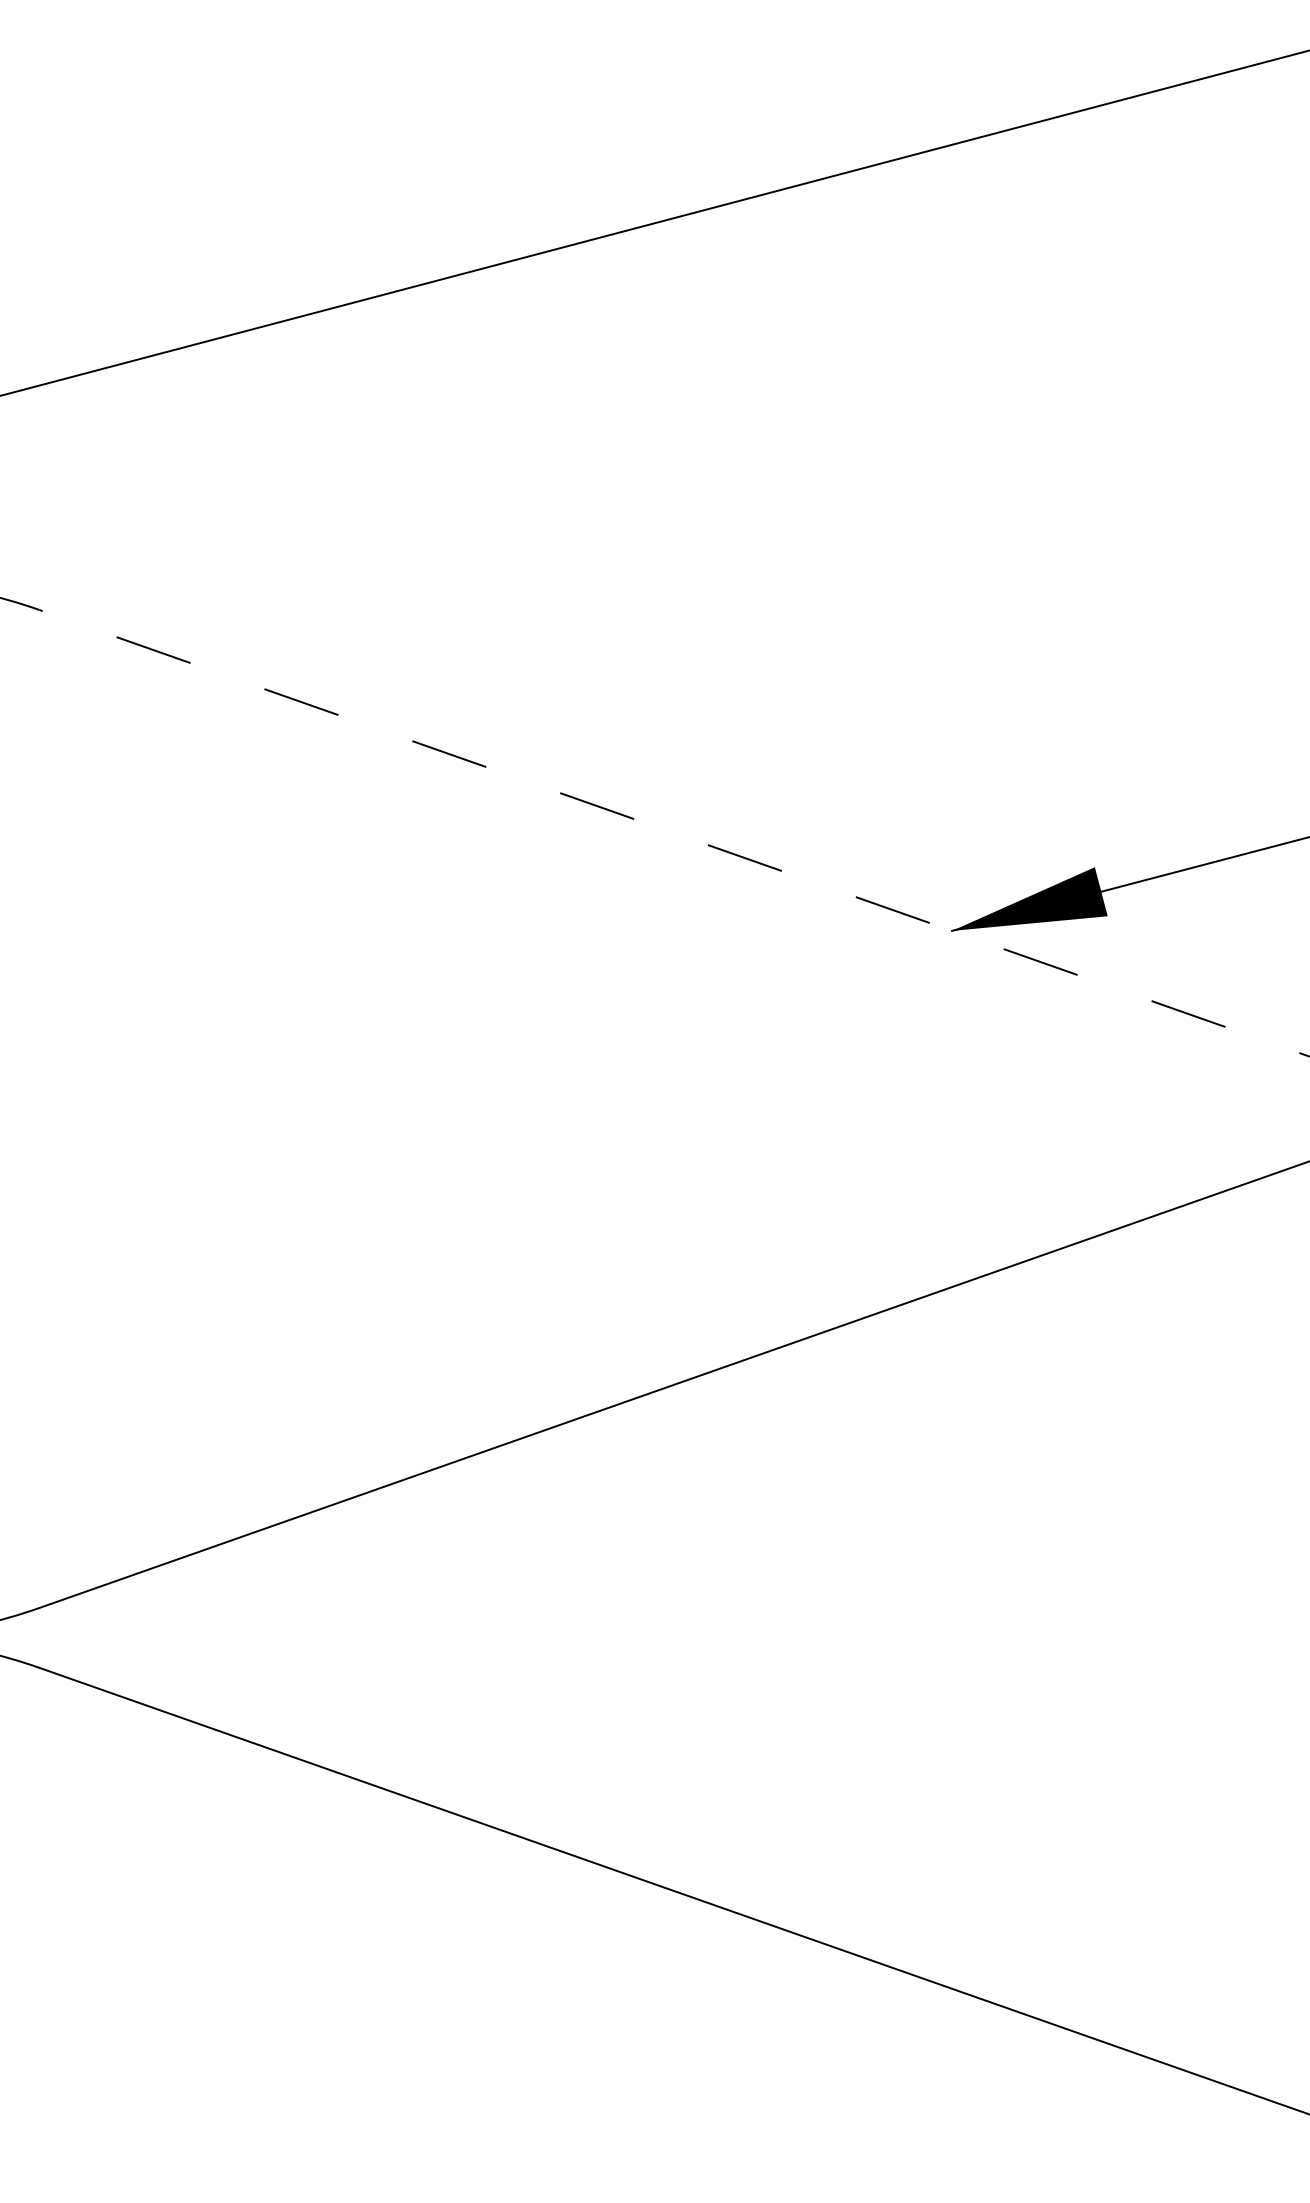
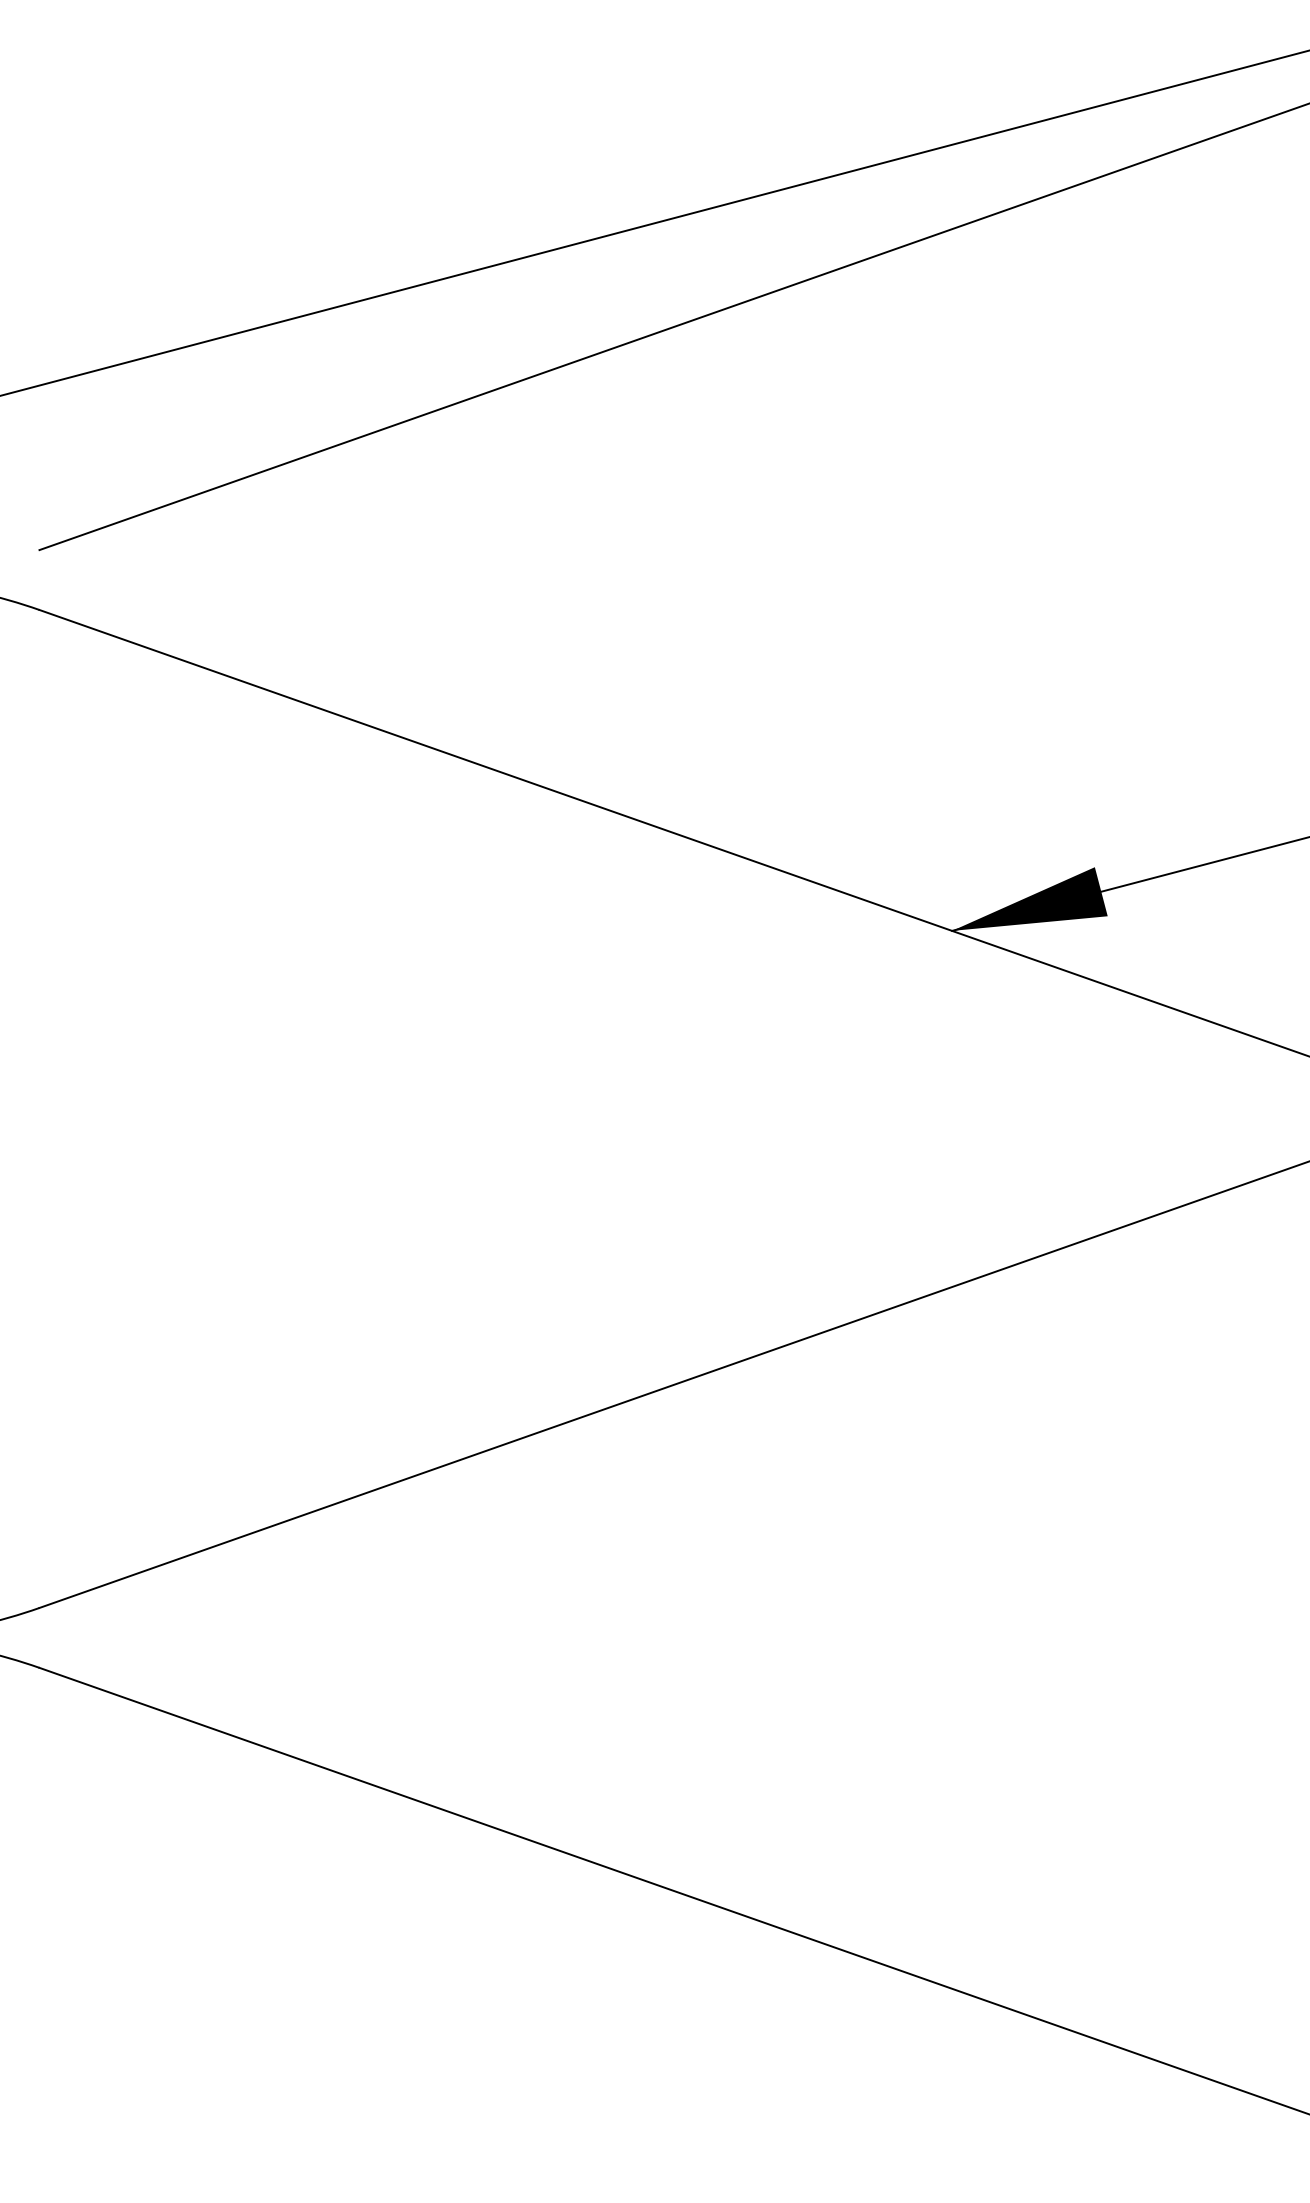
line at (672, 327): none -> present
line at (674, 833): dashed -> solid
